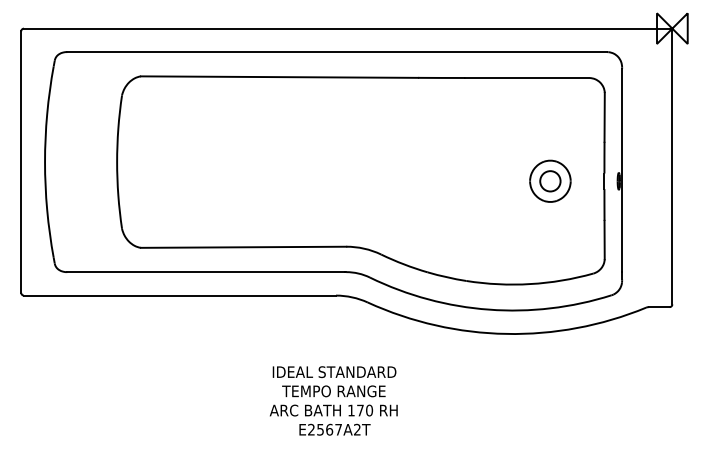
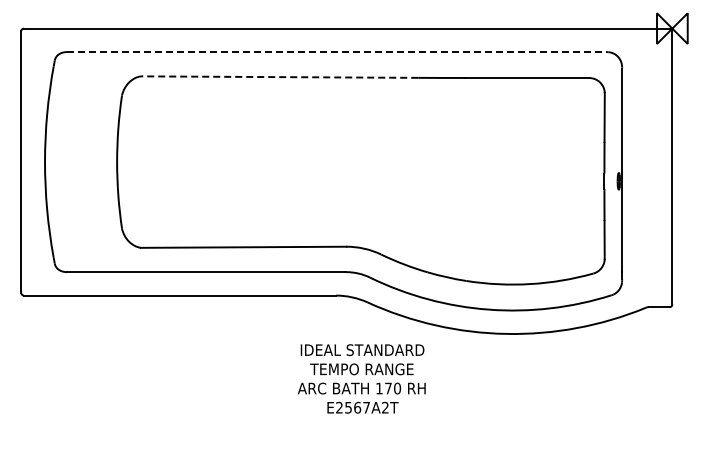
line at (337, 52): solid -> dashed
line at (279, 77): solid -> dashed
part at (550, 180): present -> none
text at (333, 400) position: (333, 400) -> (361, 378)
